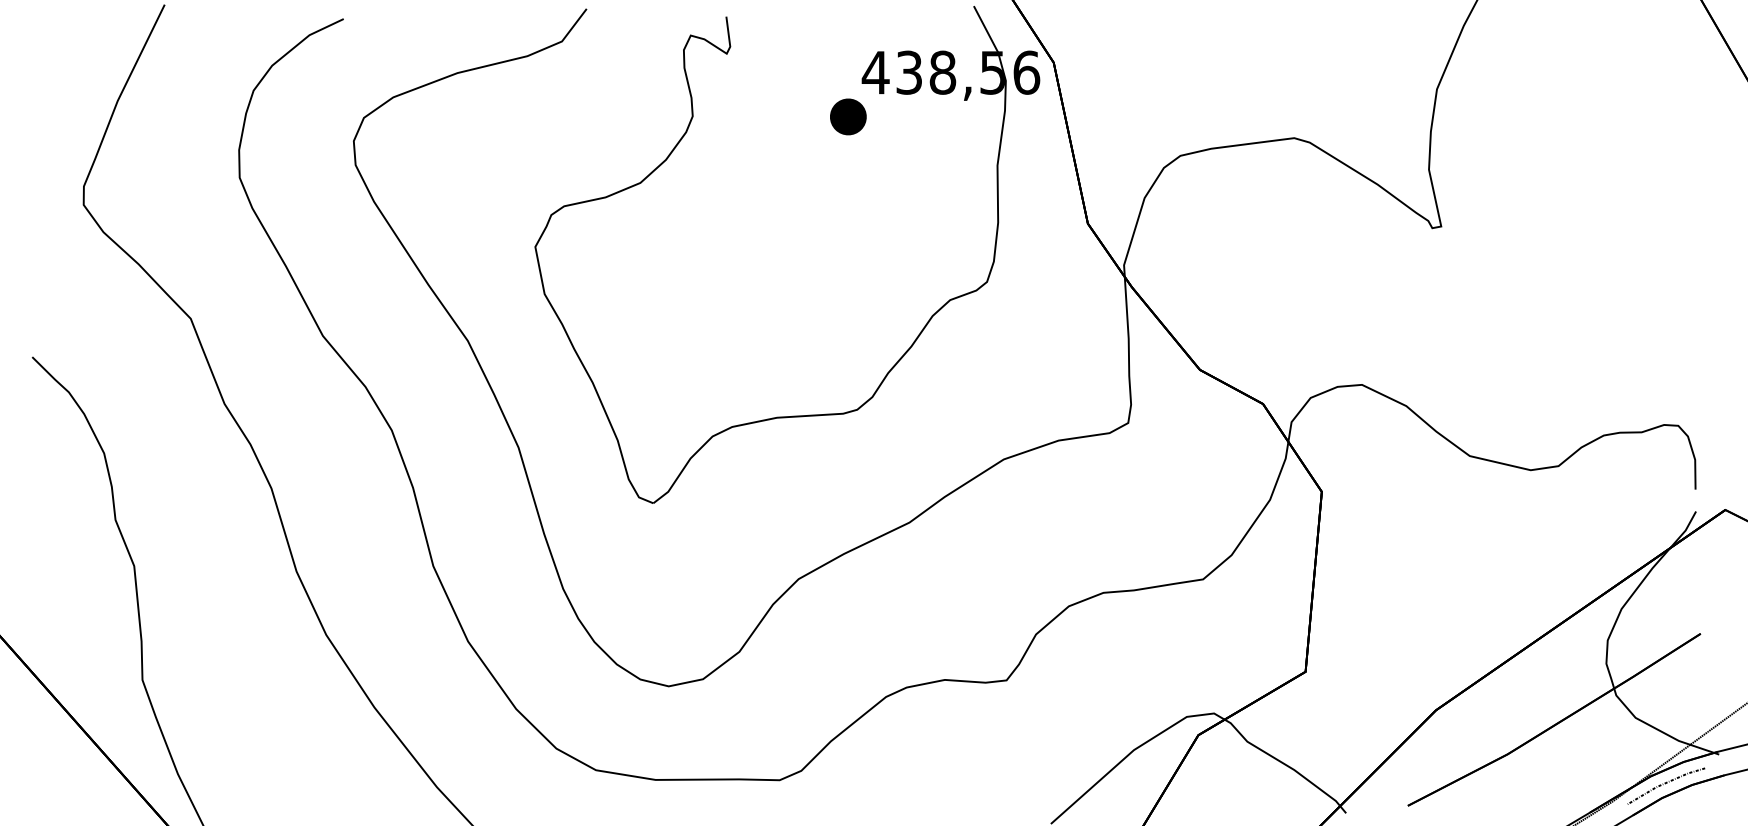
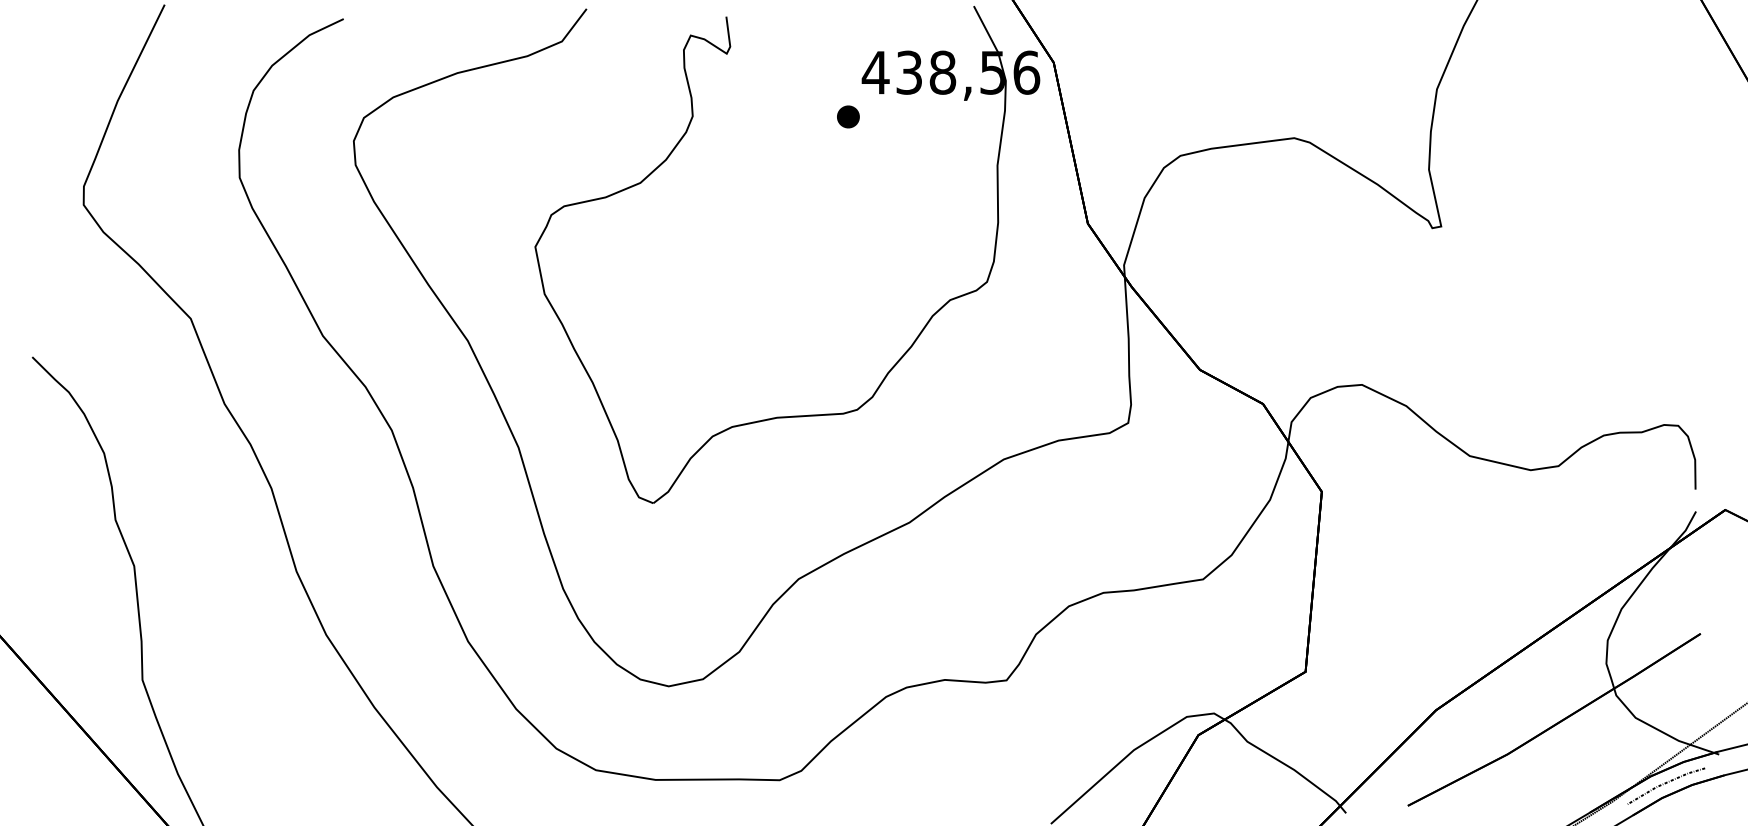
part at (848, 116) size: 37x38 px -> 23x24 px
